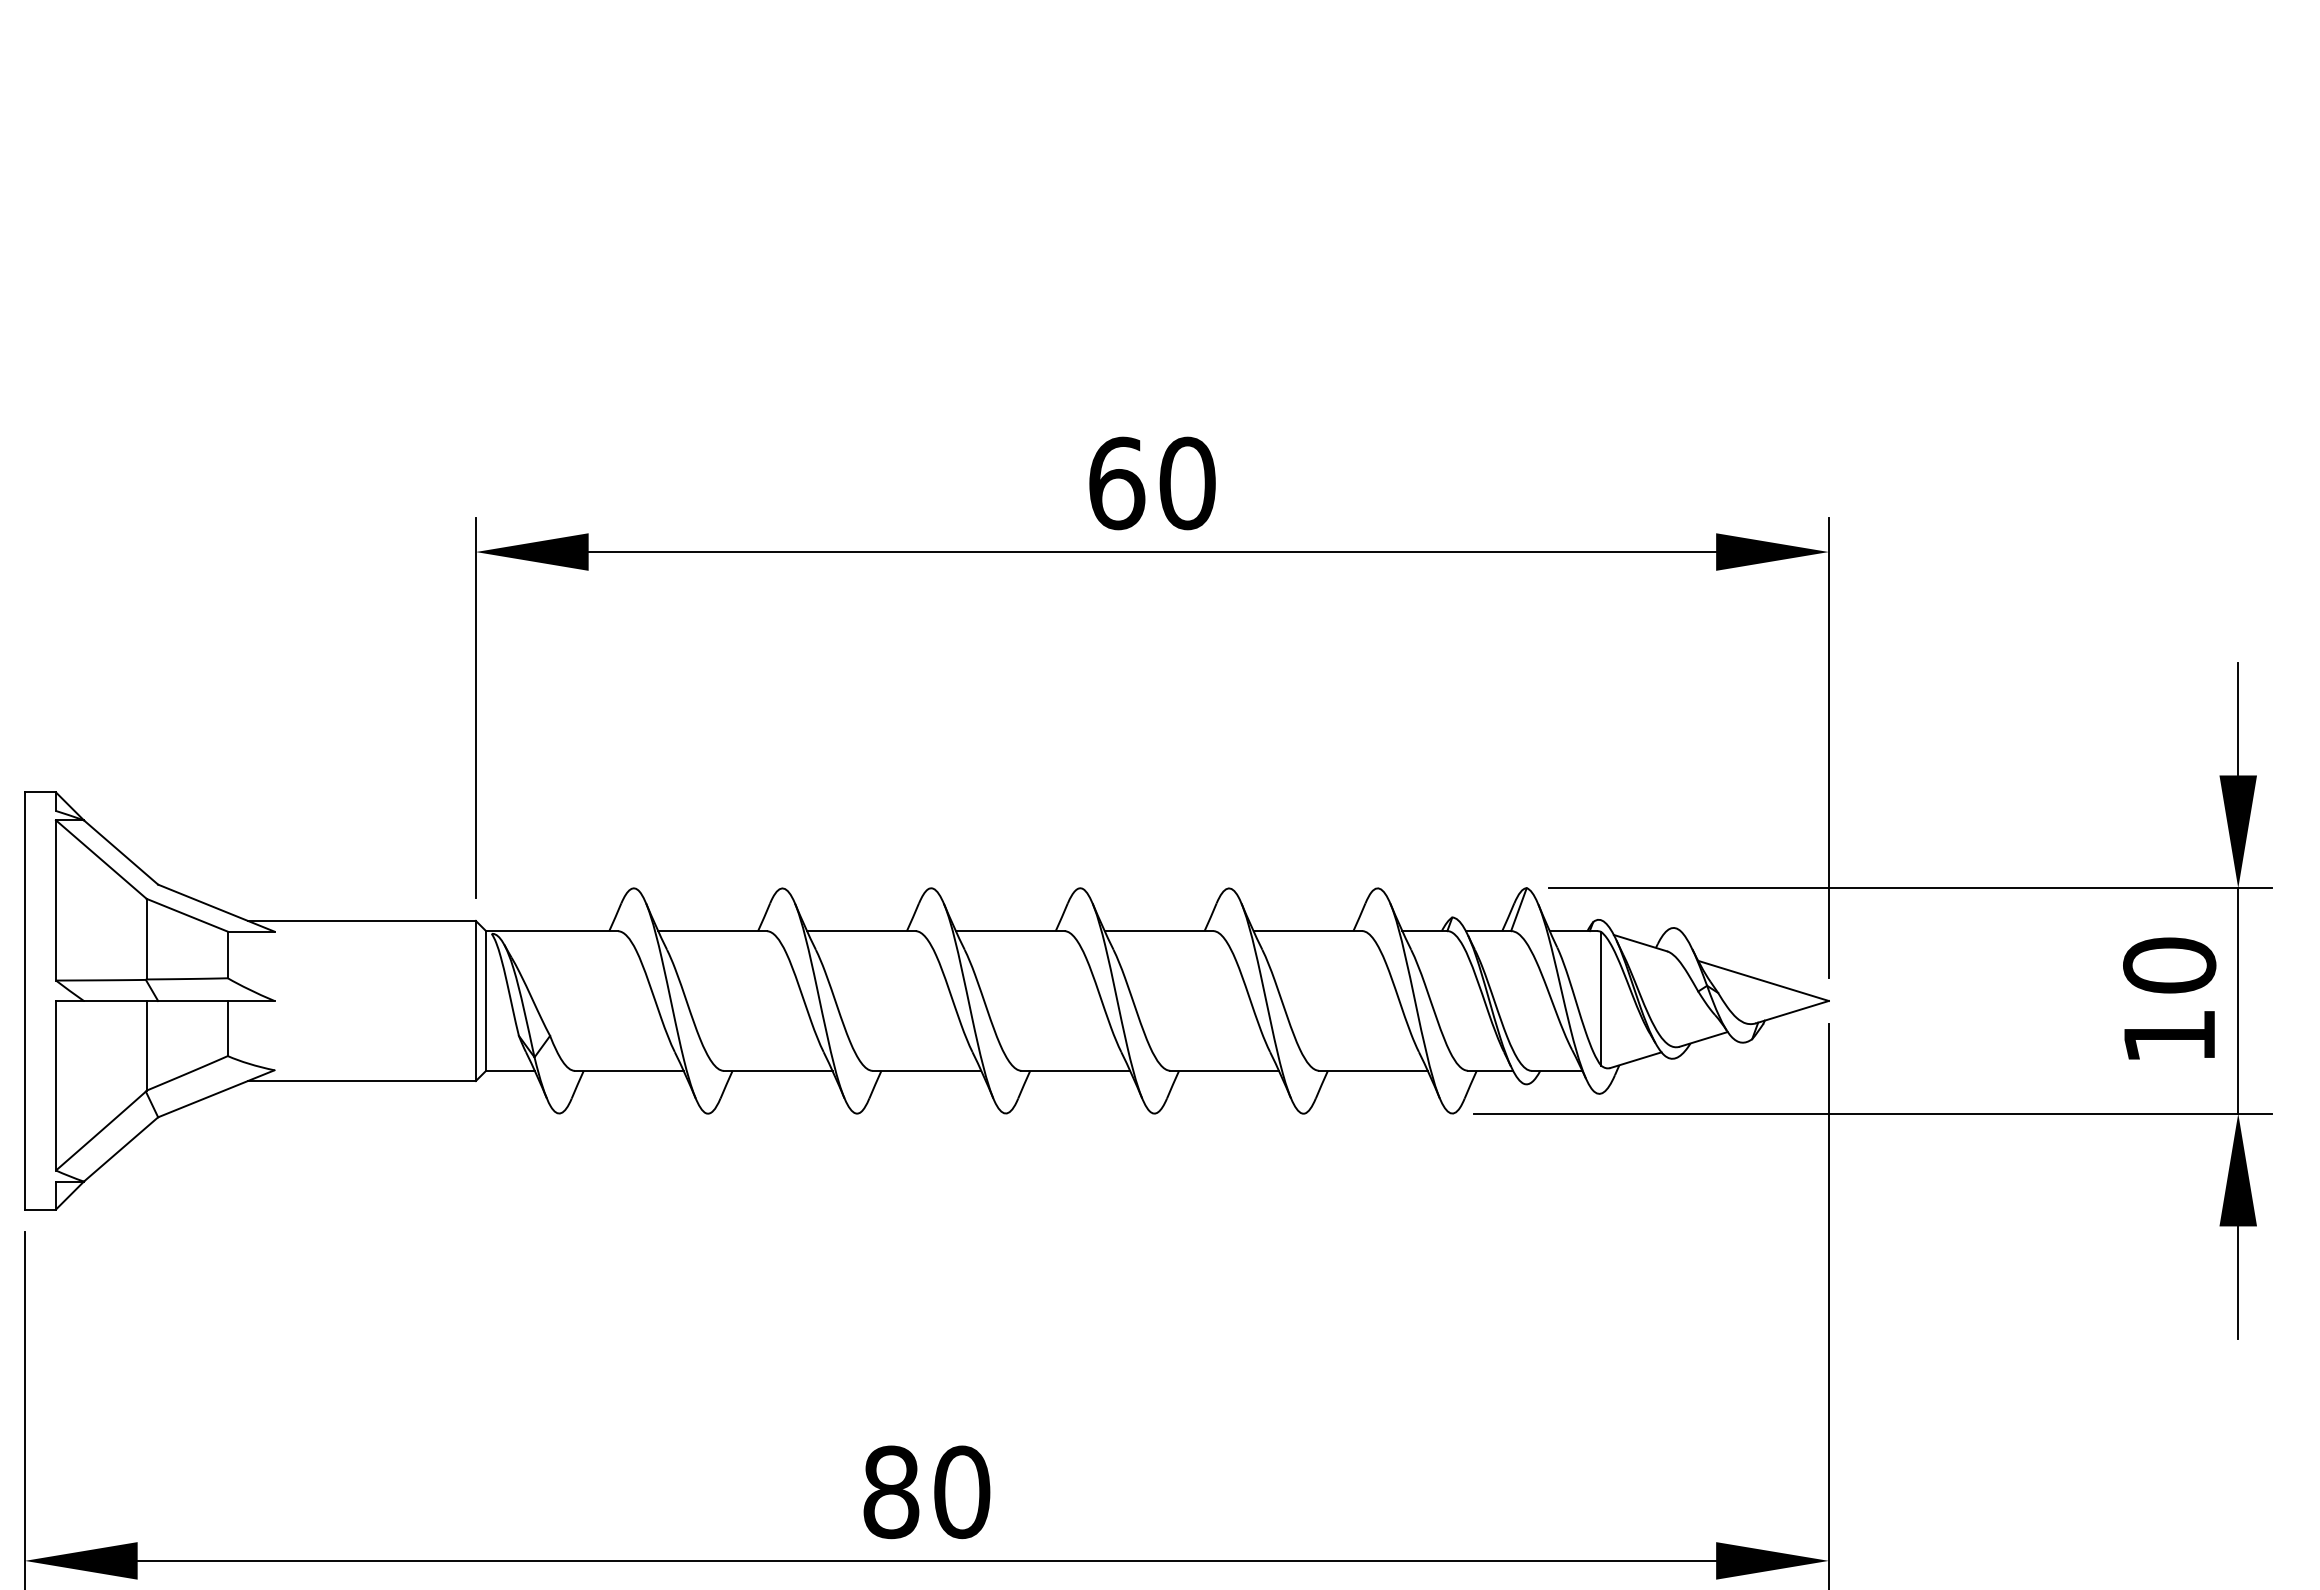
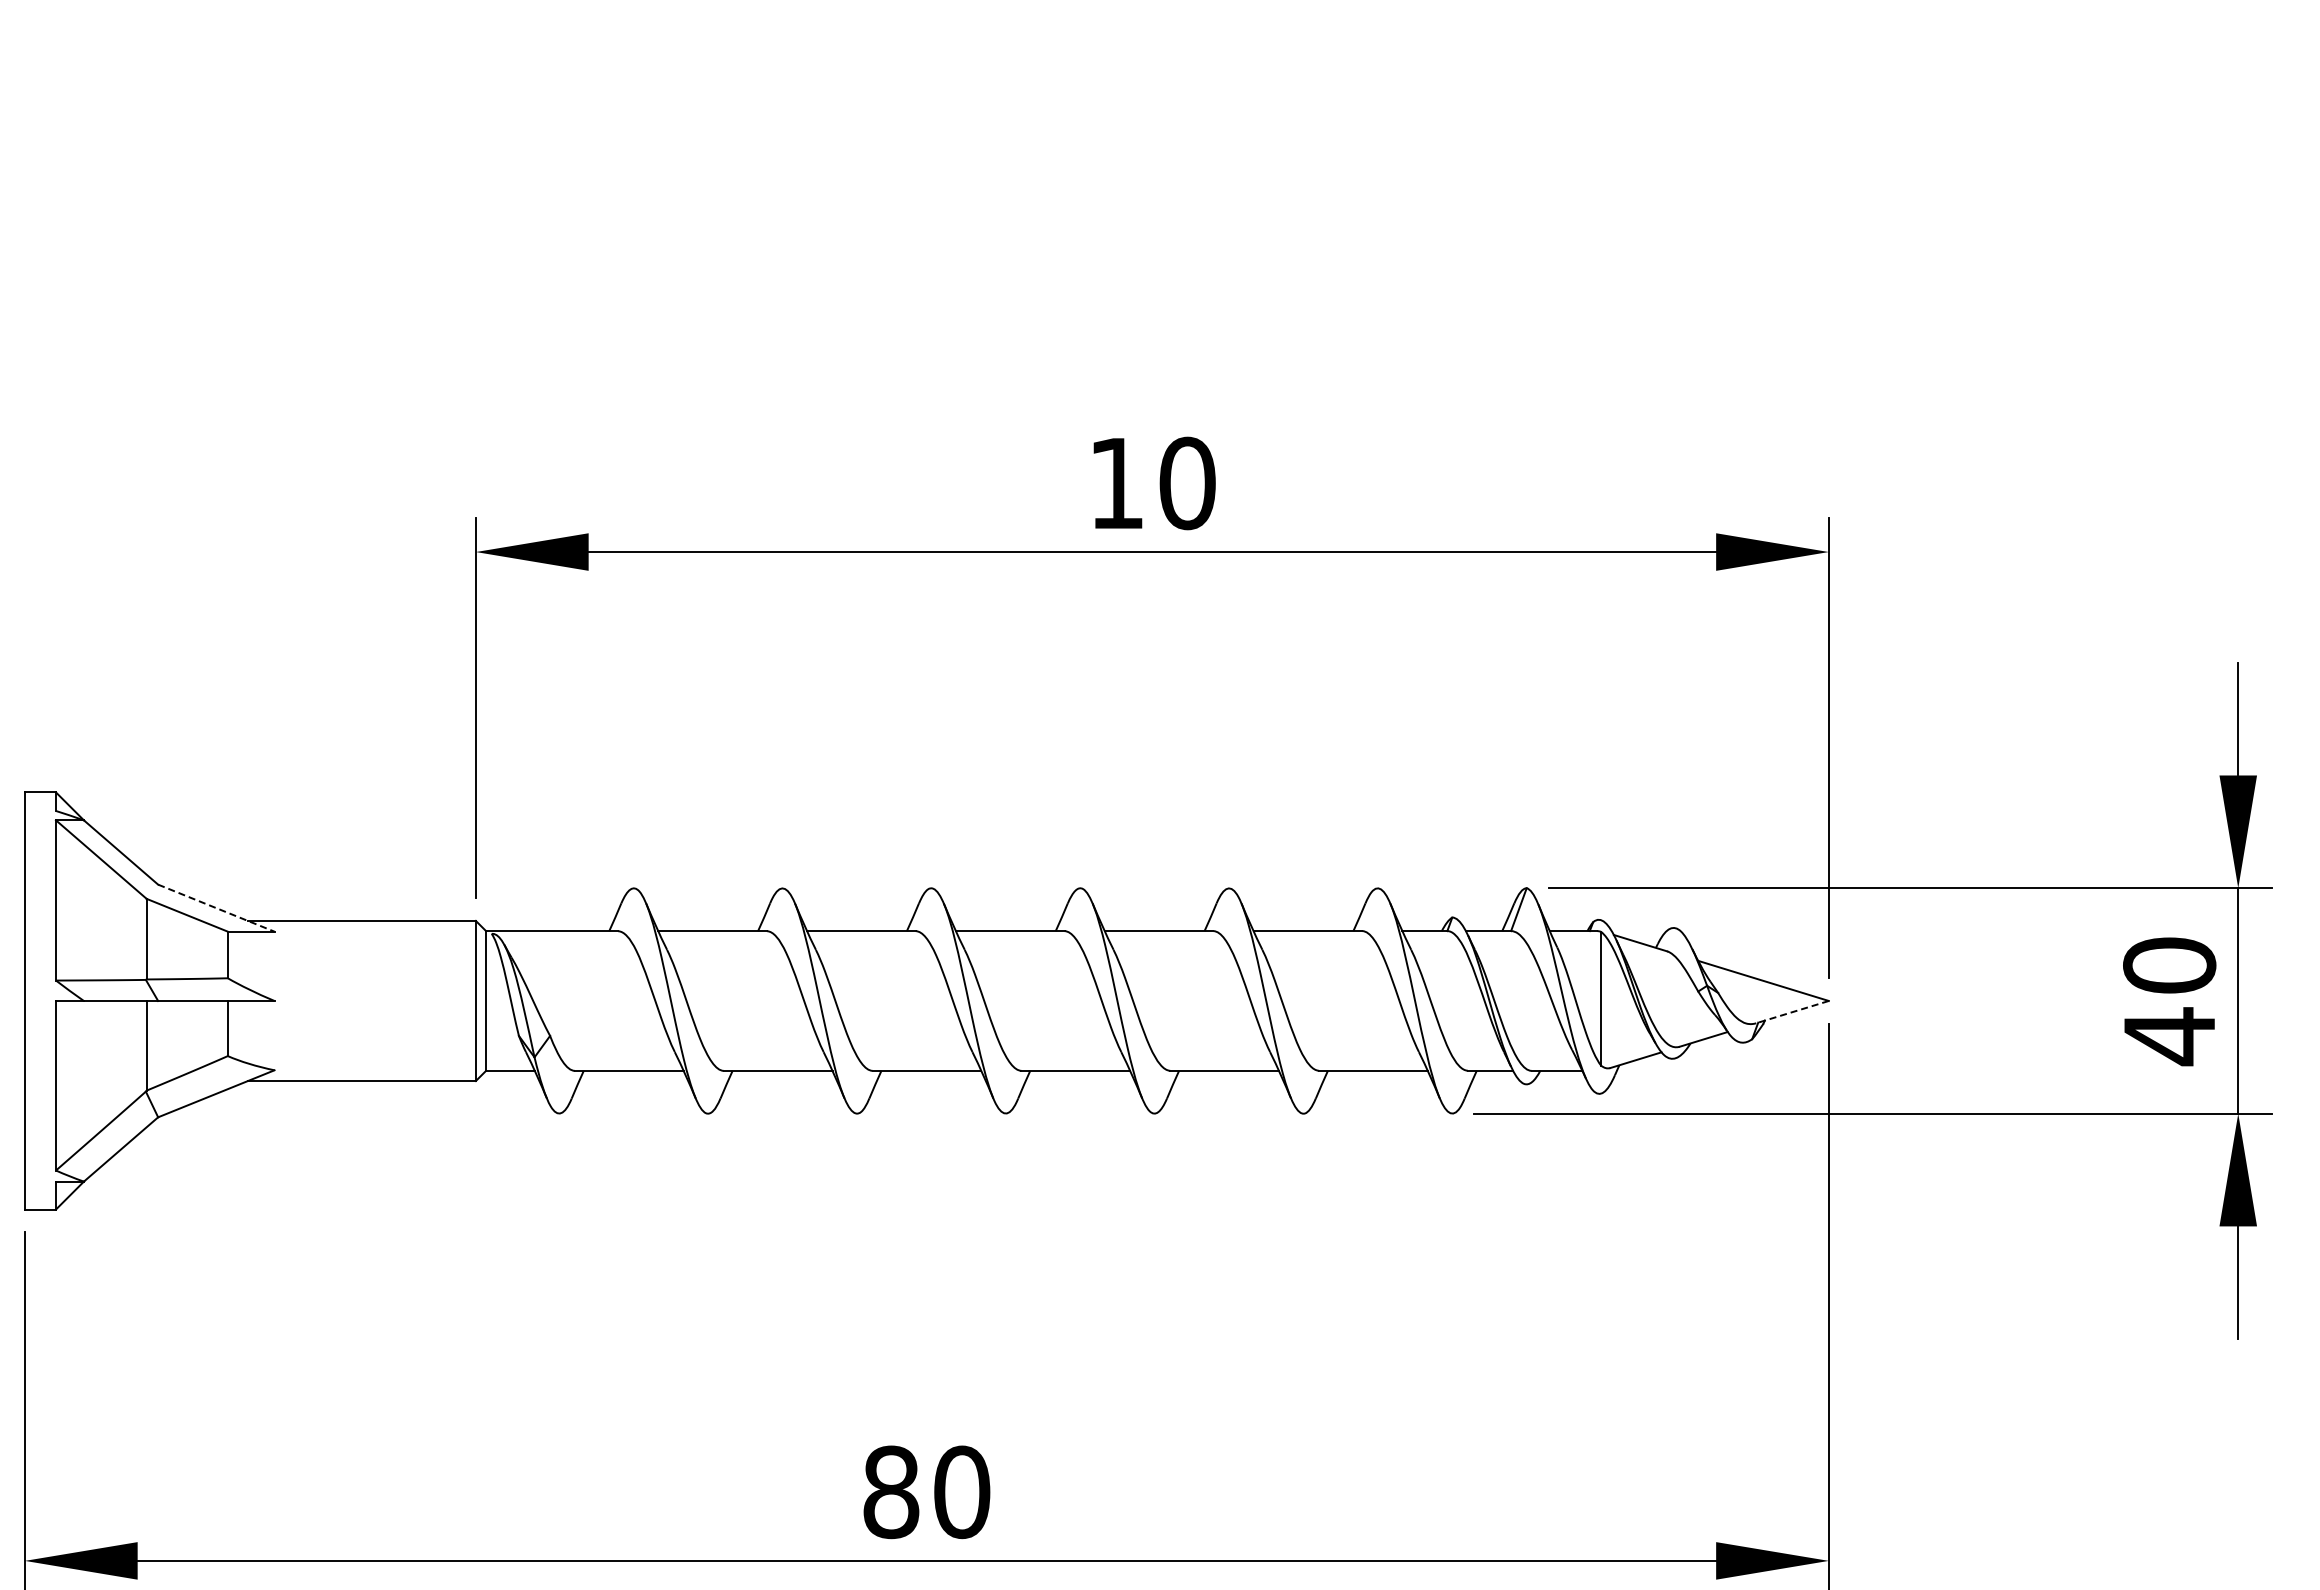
text at (1117, 483): 60 -> 10
line at (216, 908): solid -> dashed
line at (1792, 1012): solid -> dashed
text at (2169, 1036): 10 -> 40
